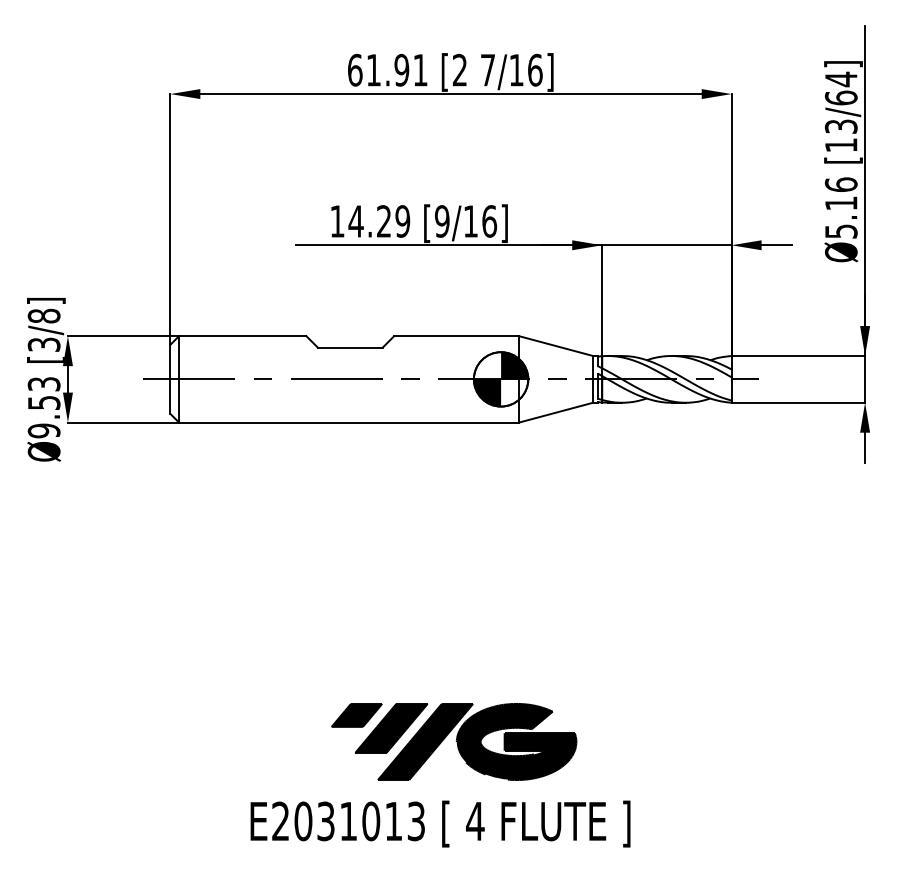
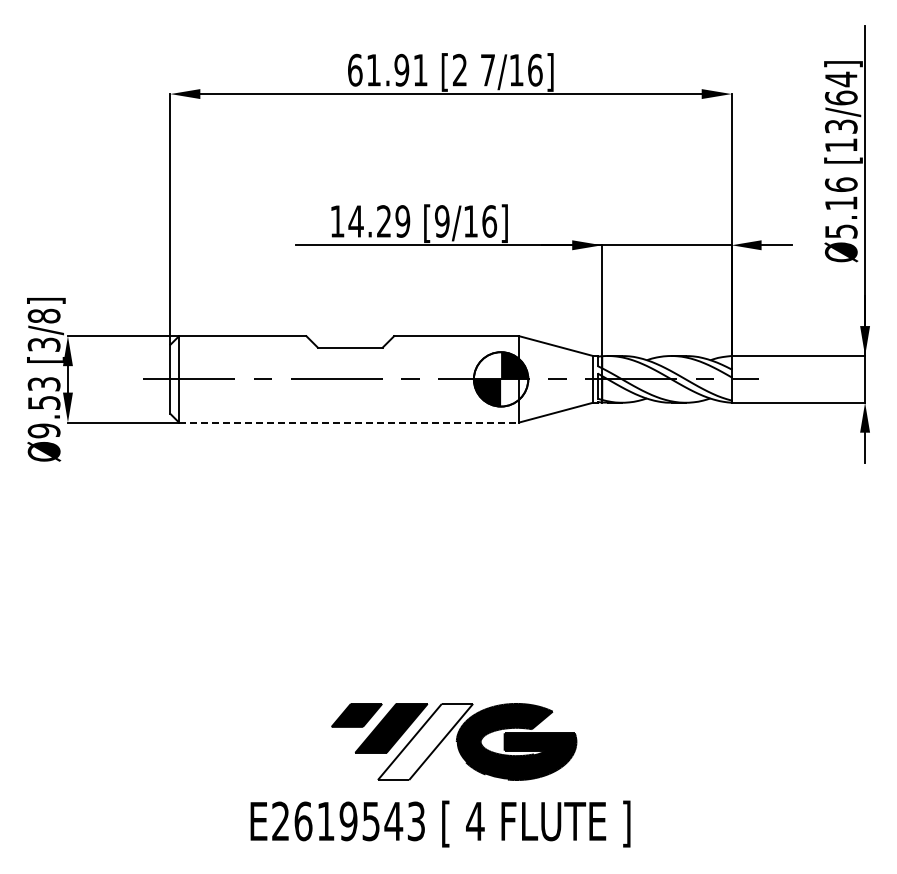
line at (349, 422): solid -> dashed
fill at (425, 741): present -> none
text at (348, 821): E2031013 -> E2619543
